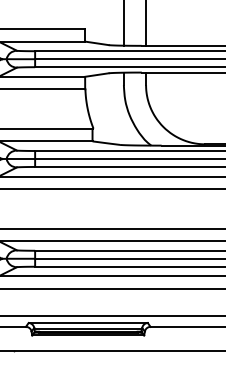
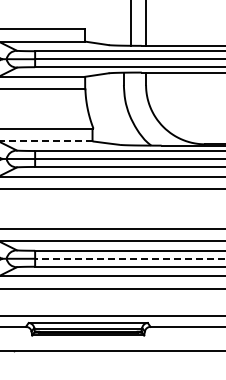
line at (123, 23) position: (123, 23) -> (130, 23)
line at (46, 141): solid -> dashed
line at (129, 258): solid -> dashed
